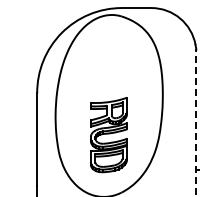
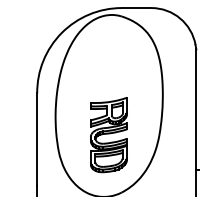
line at (196, 122): dashed -> solid
